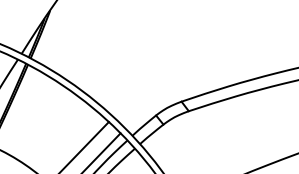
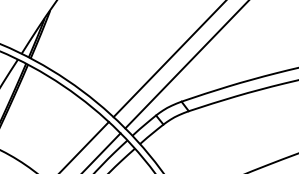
line at (168, 59): none -> present
line at (185, 65): none -> present
